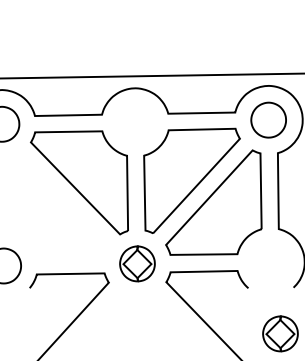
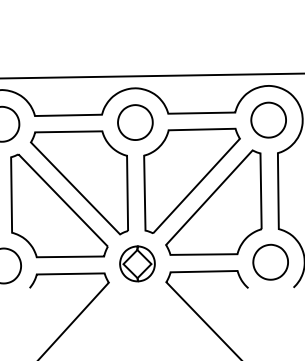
part at (135, 122): none -> present
part at (59, 205): none -> present
part at (270, 261): none -> present
part at (280, 333): present -> none
